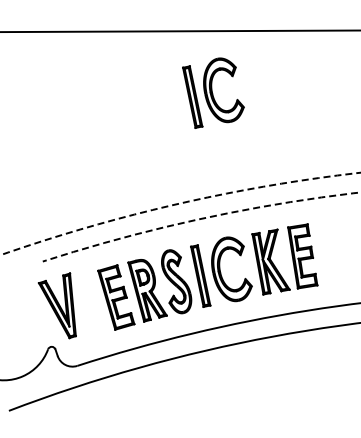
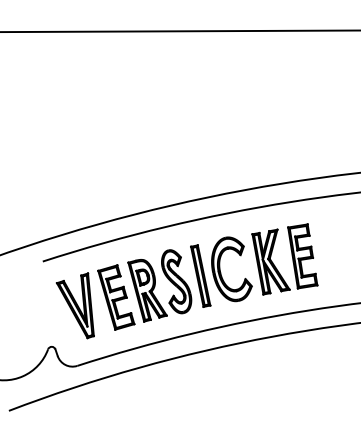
part at (213, 92): present -> none
arc at (178, 203): dashed -> solid
arc at (200, 219): dashed -> solid
part at (56, 305) position: (56, 305) -> (74, 305)
